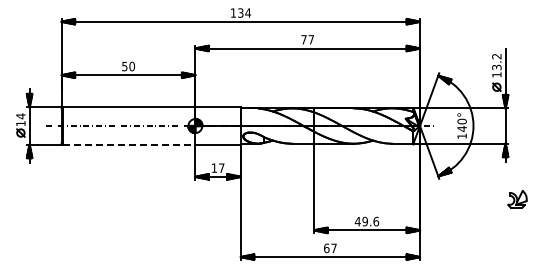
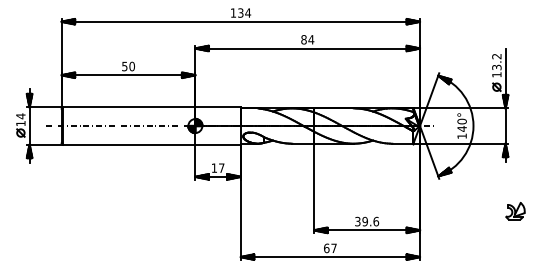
text at (307, 39): 77 -> 84
line at (129, 144): dashed -> solid
part at (517, 199) position: (517, 199) -> (515, 211)
text at (357, 221): 49.6 -> 39.6
